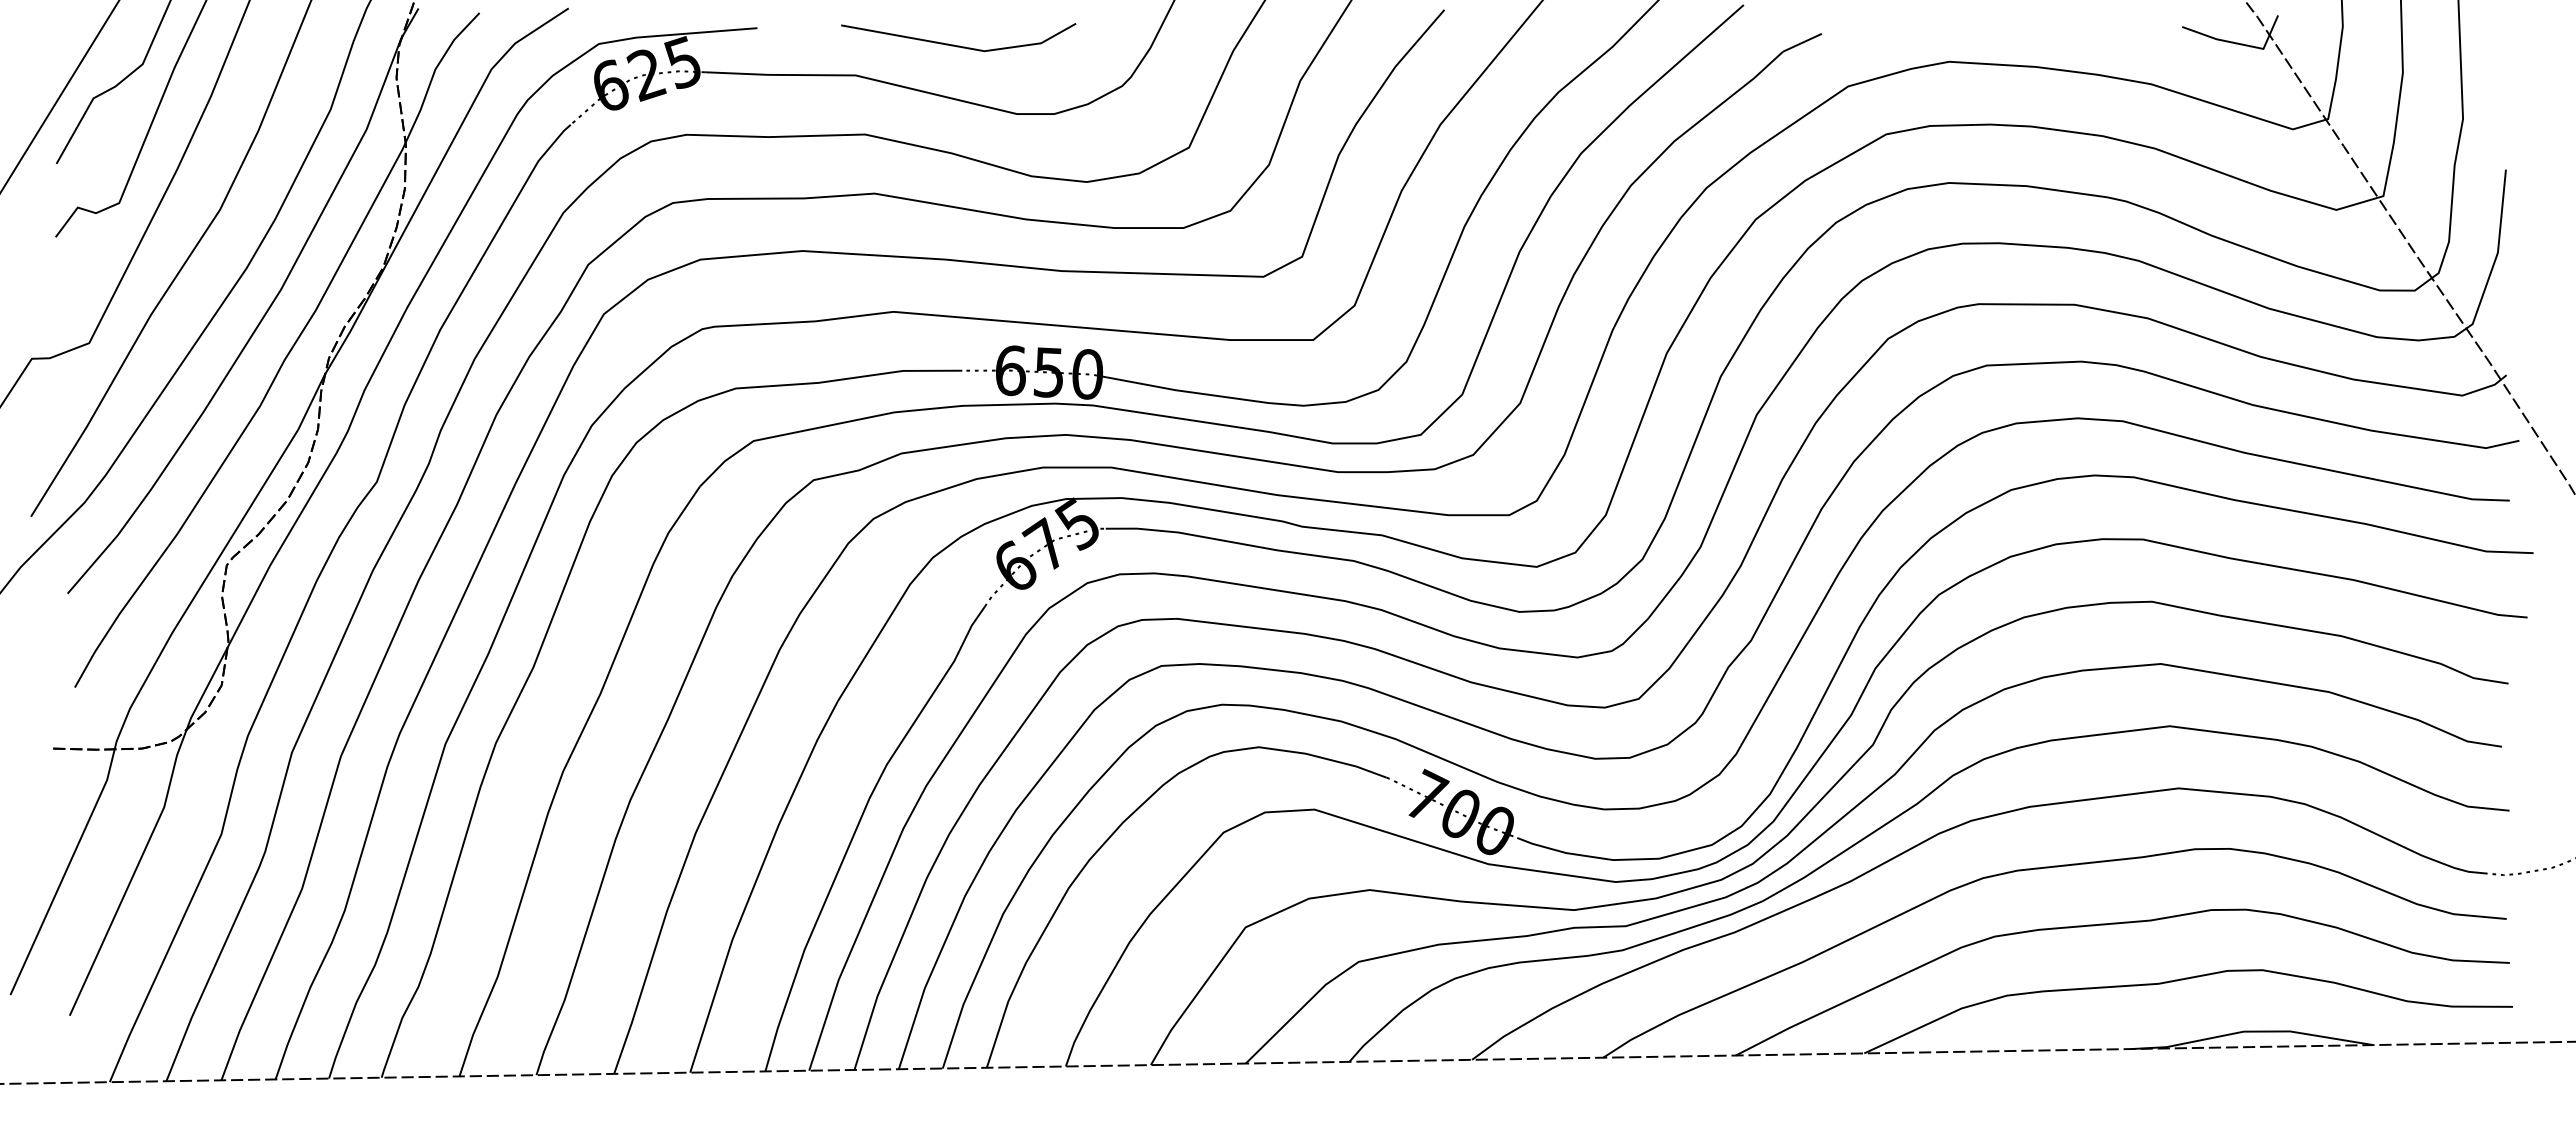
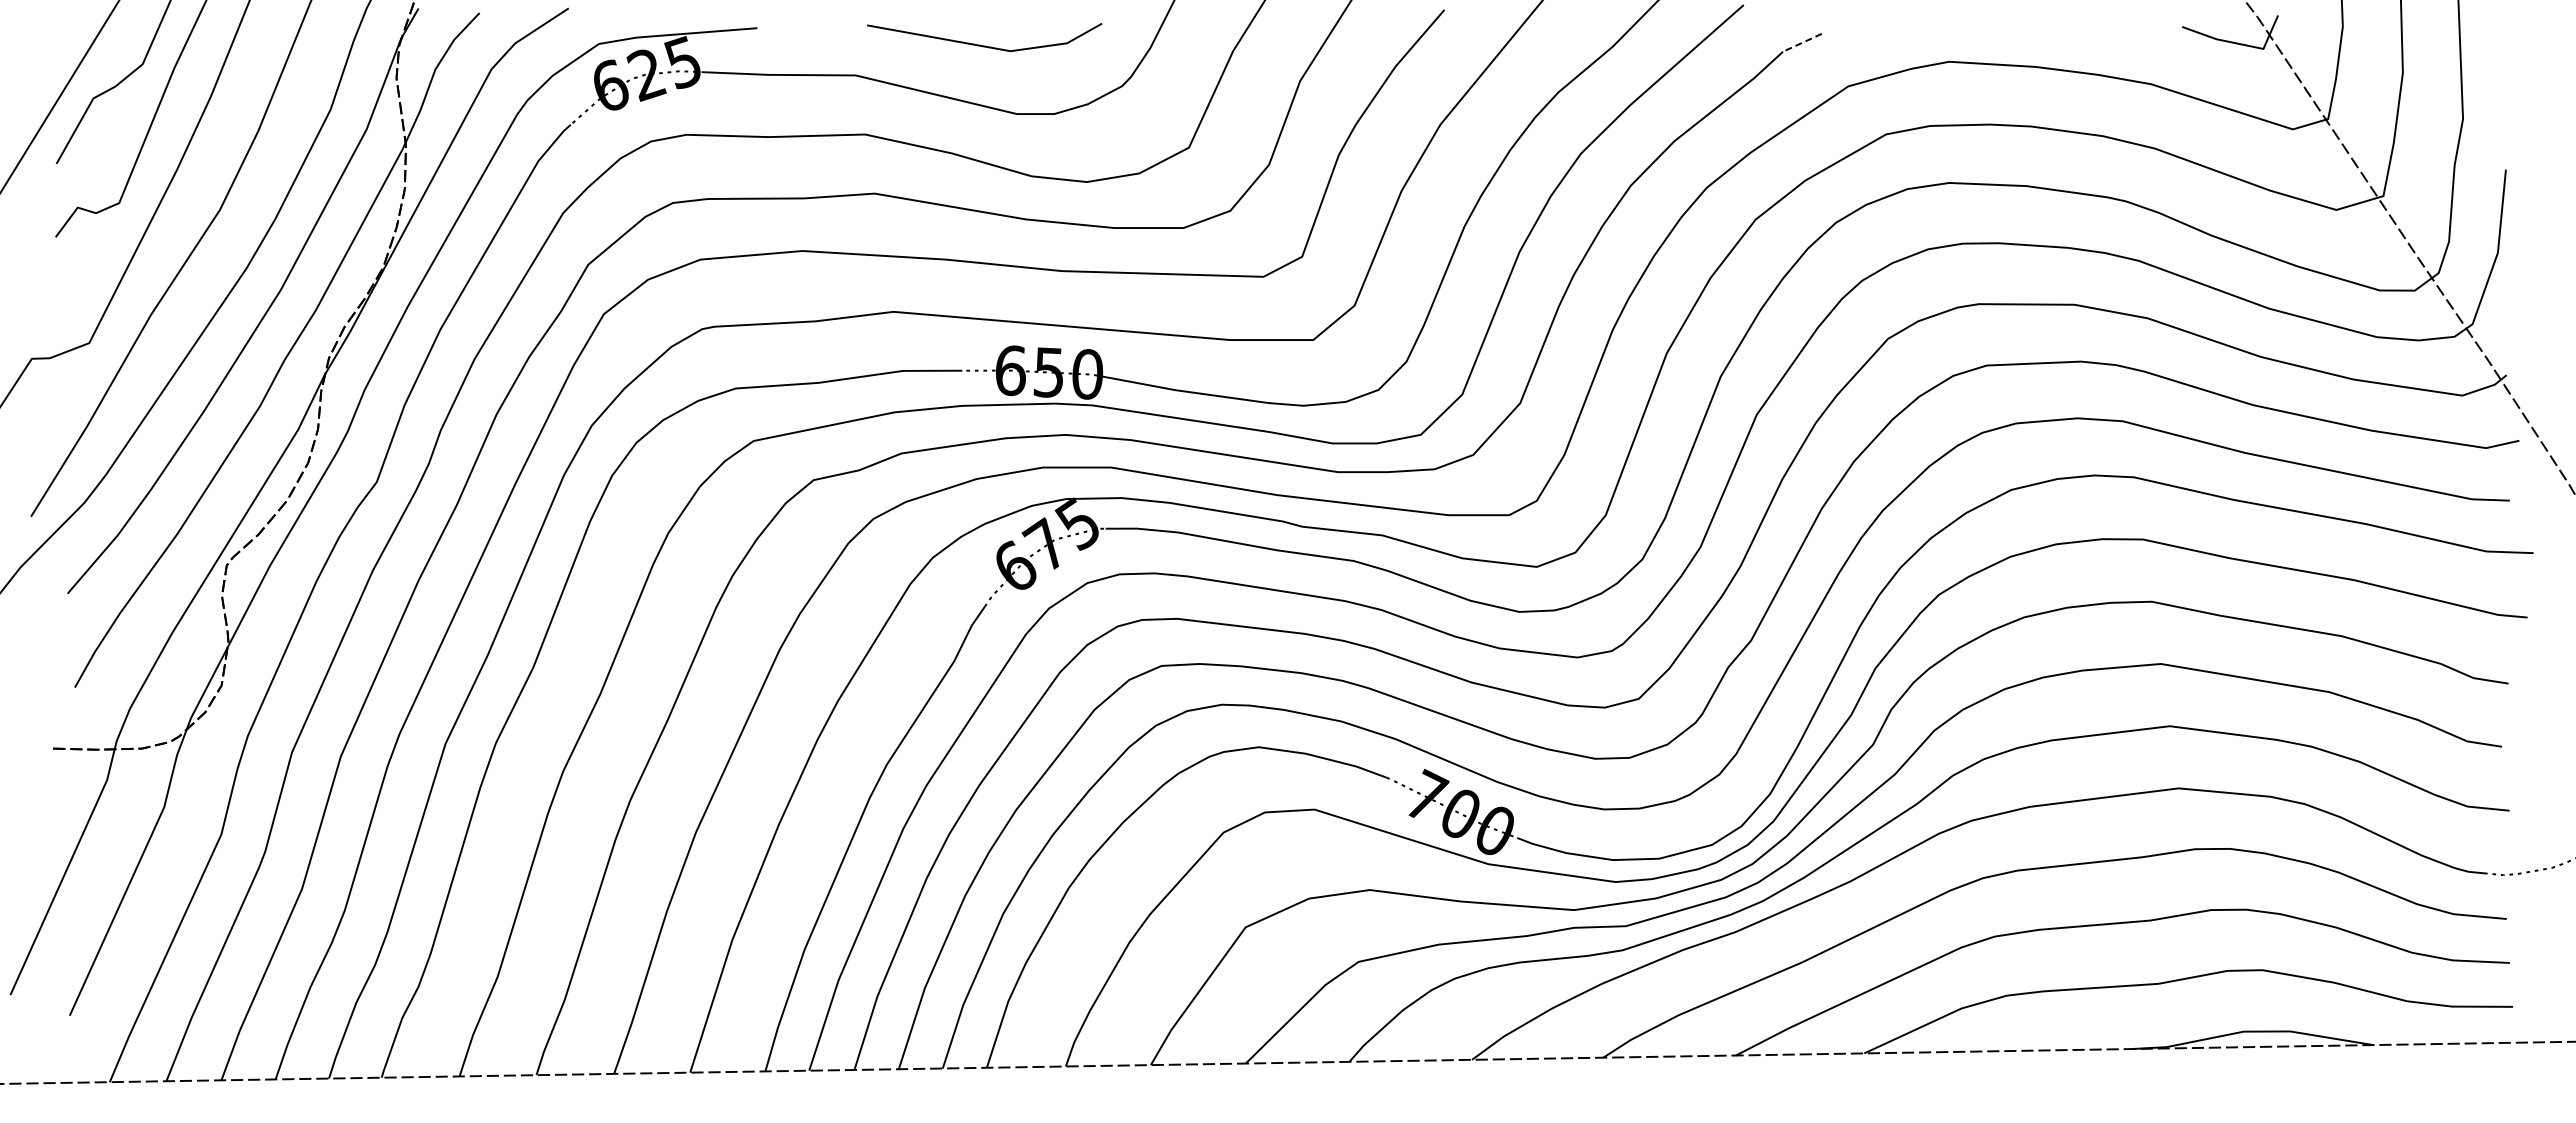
line at (1802, 42): solid -> dashed
line at (958, 45) position: (958, 45) -> (984, 45)
